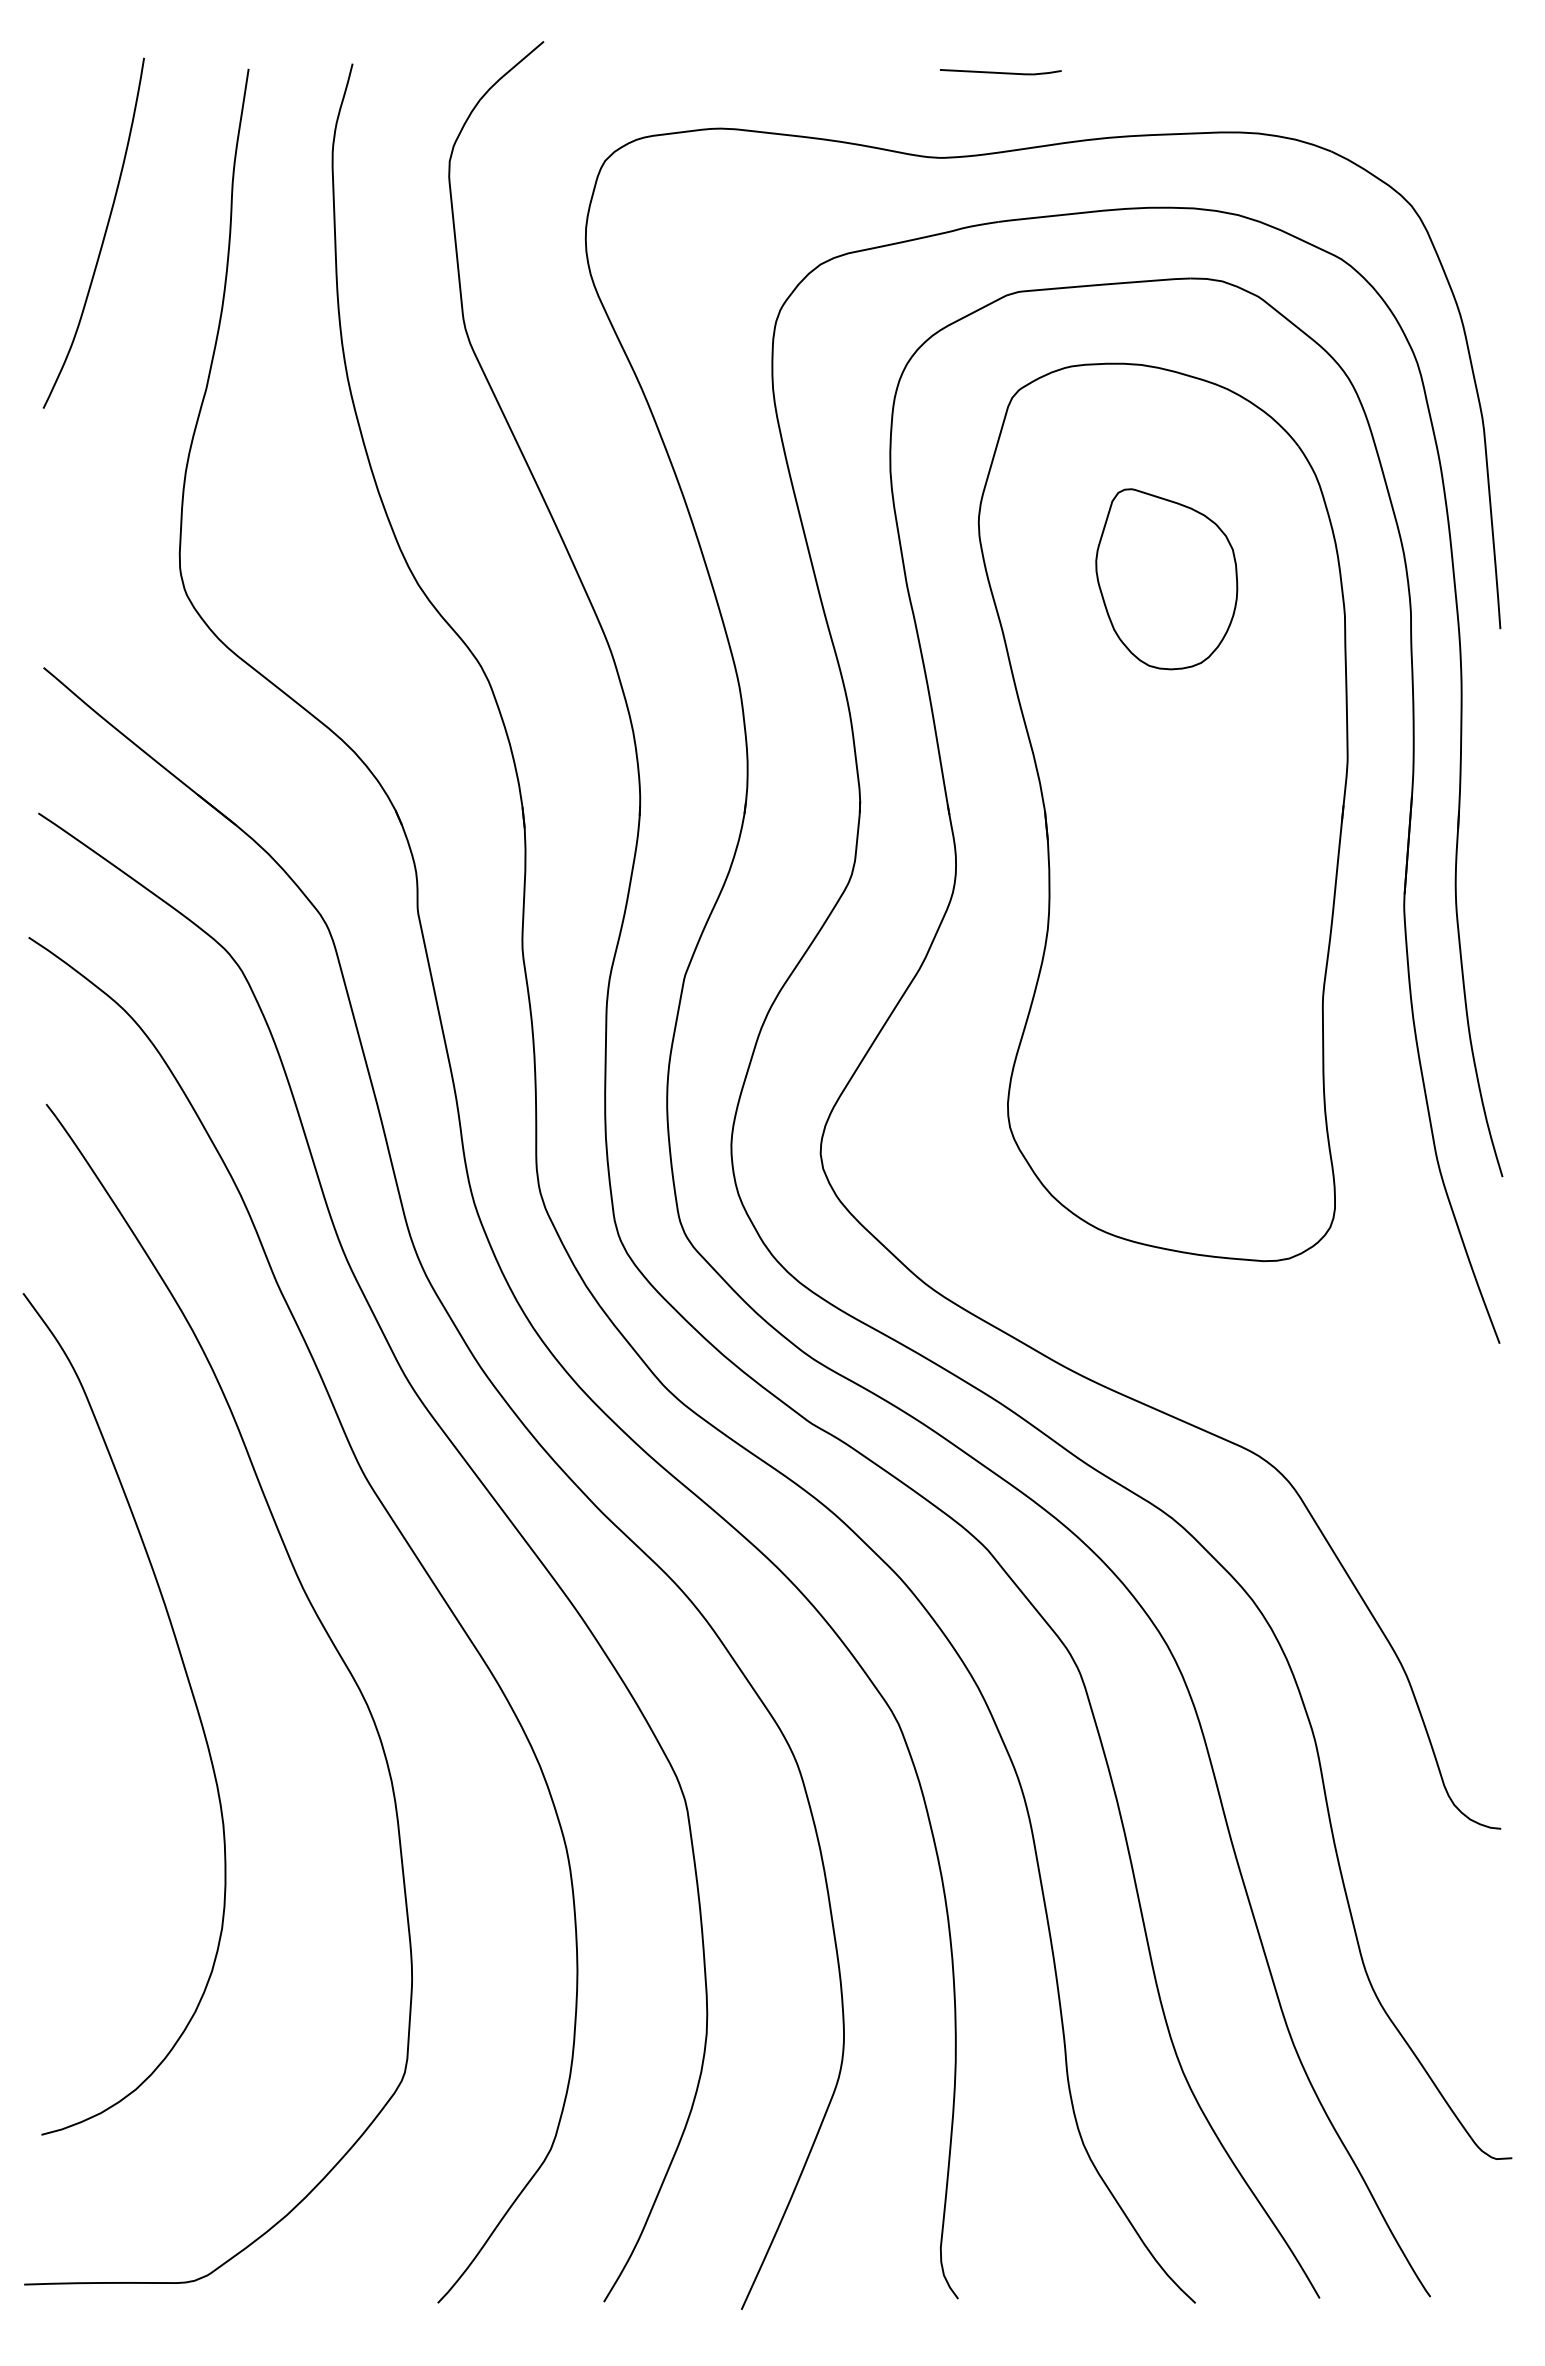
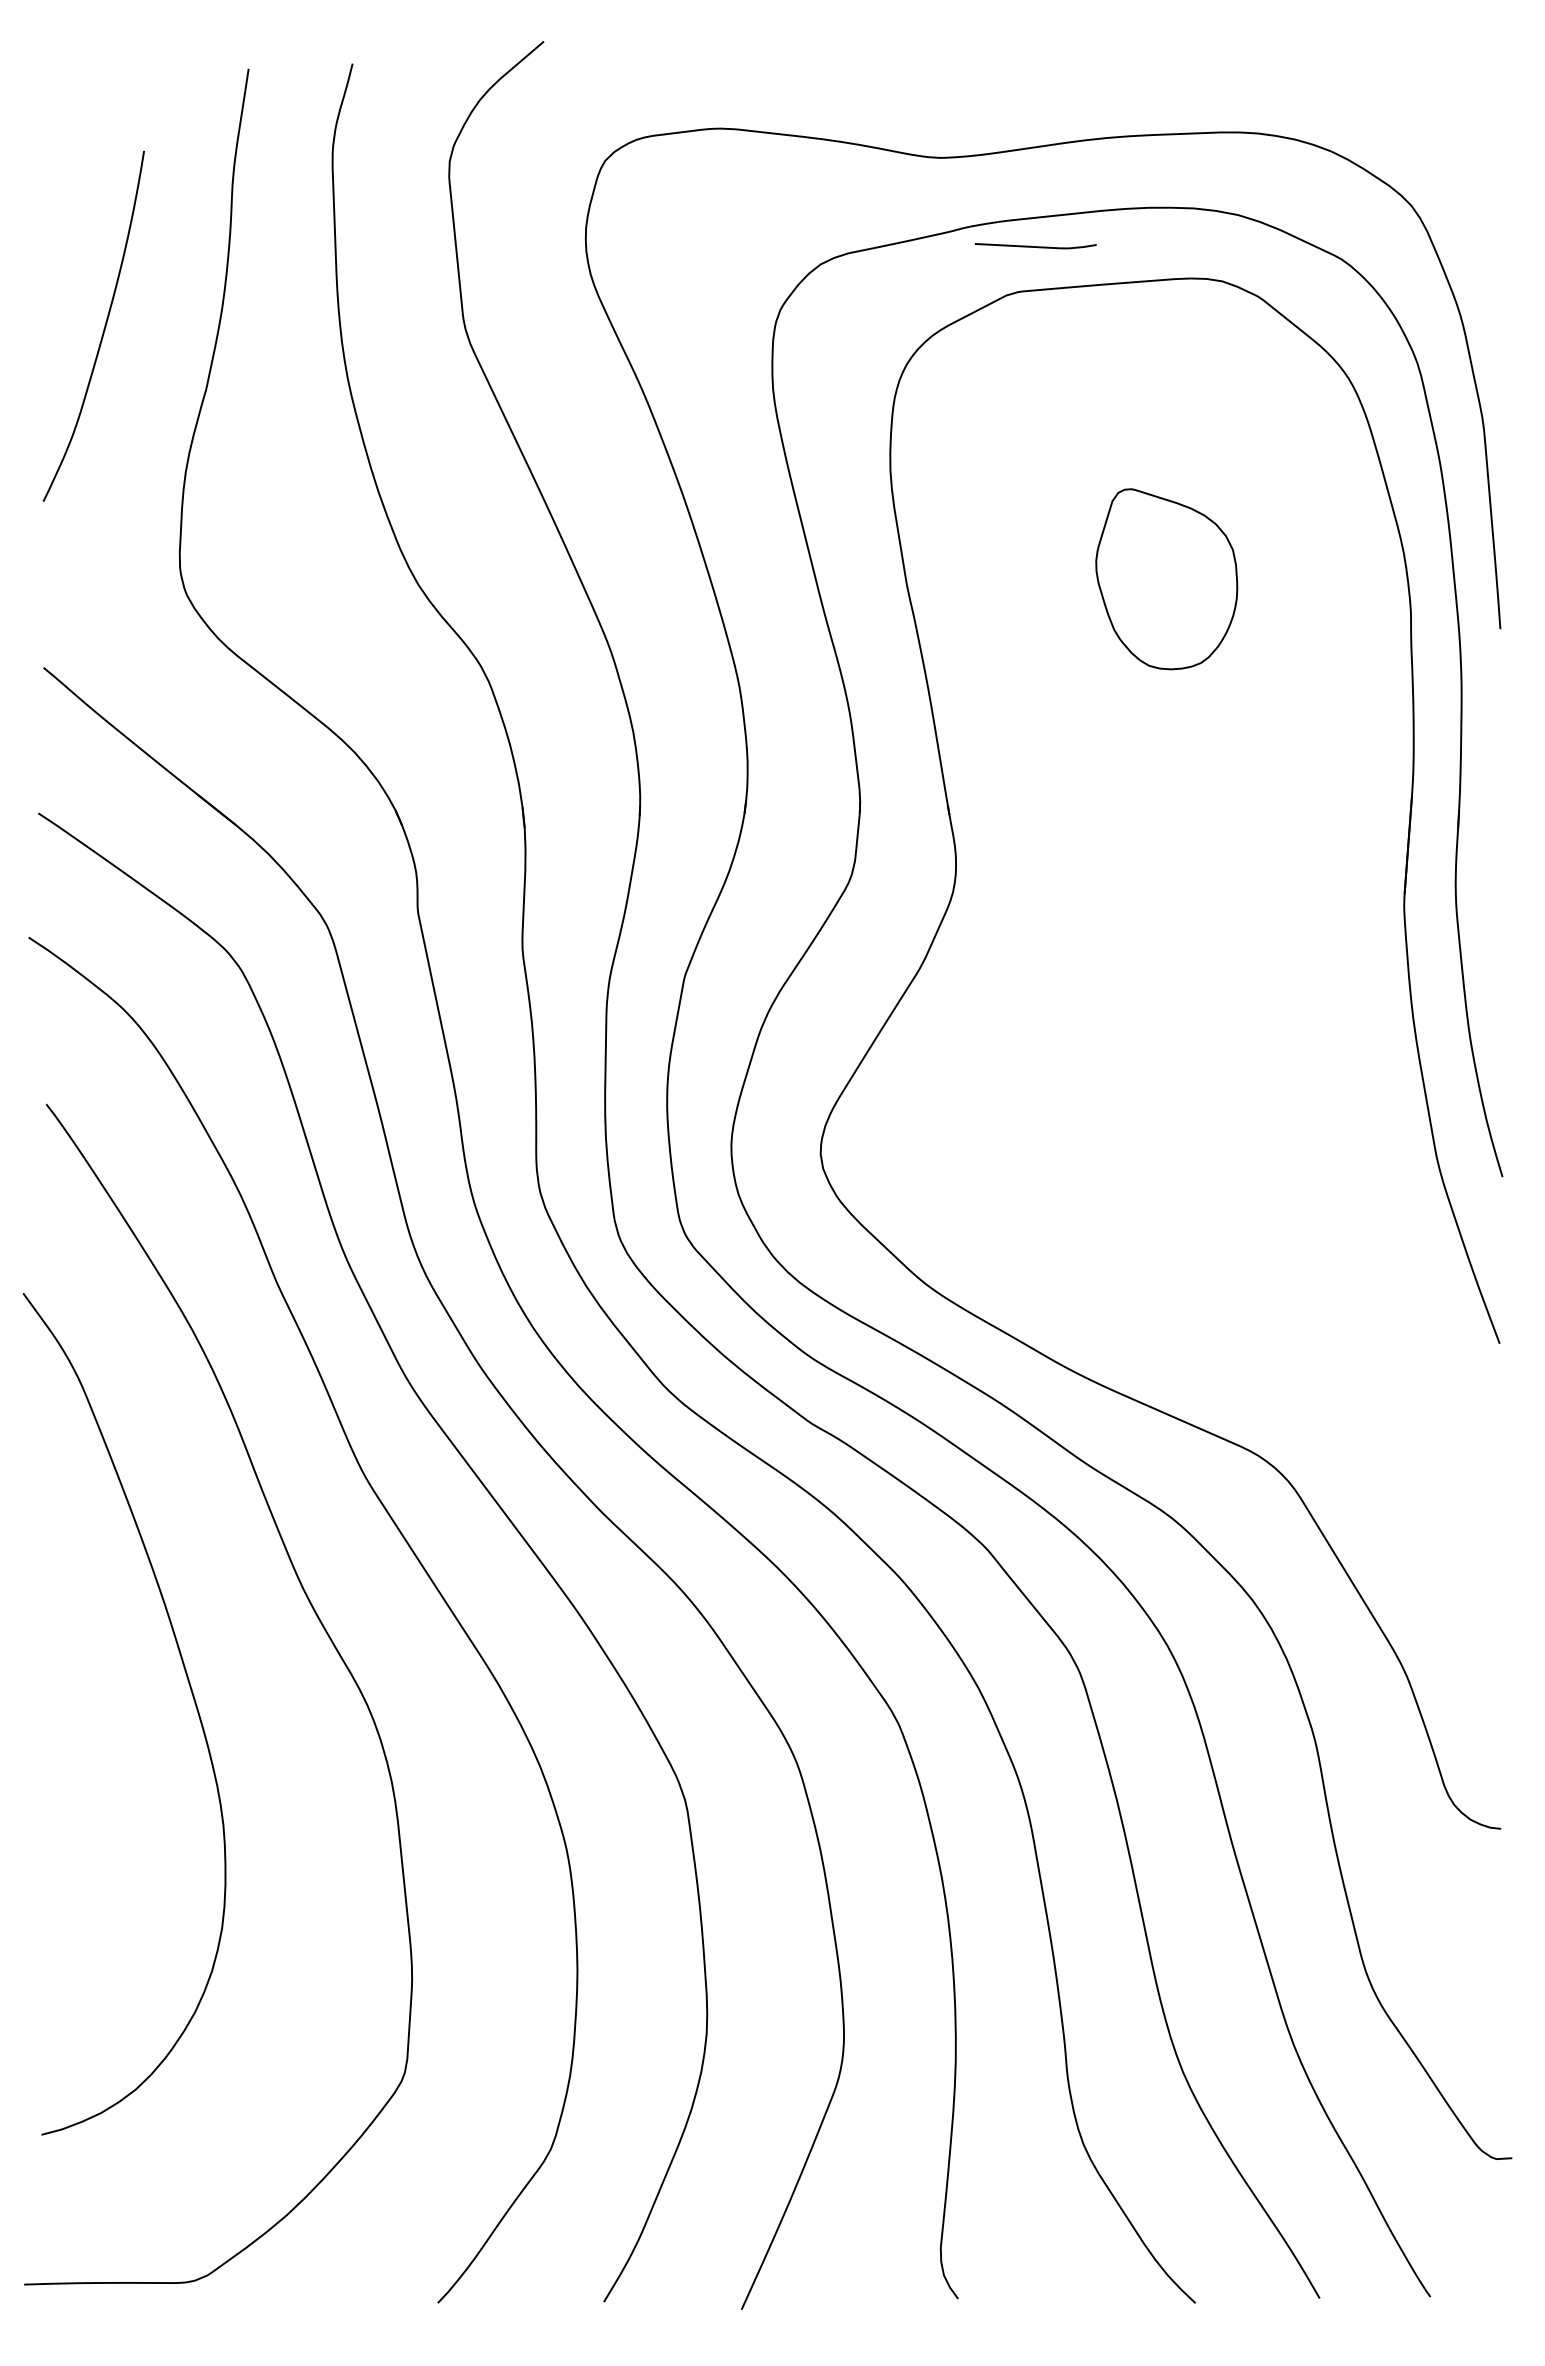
line at (1000, 72) position: (1000, 72) -> (1035, 246)
curve at (103, 235) position: (103, 235) -> (103, 328)
part at (1162, 812): present -> none
